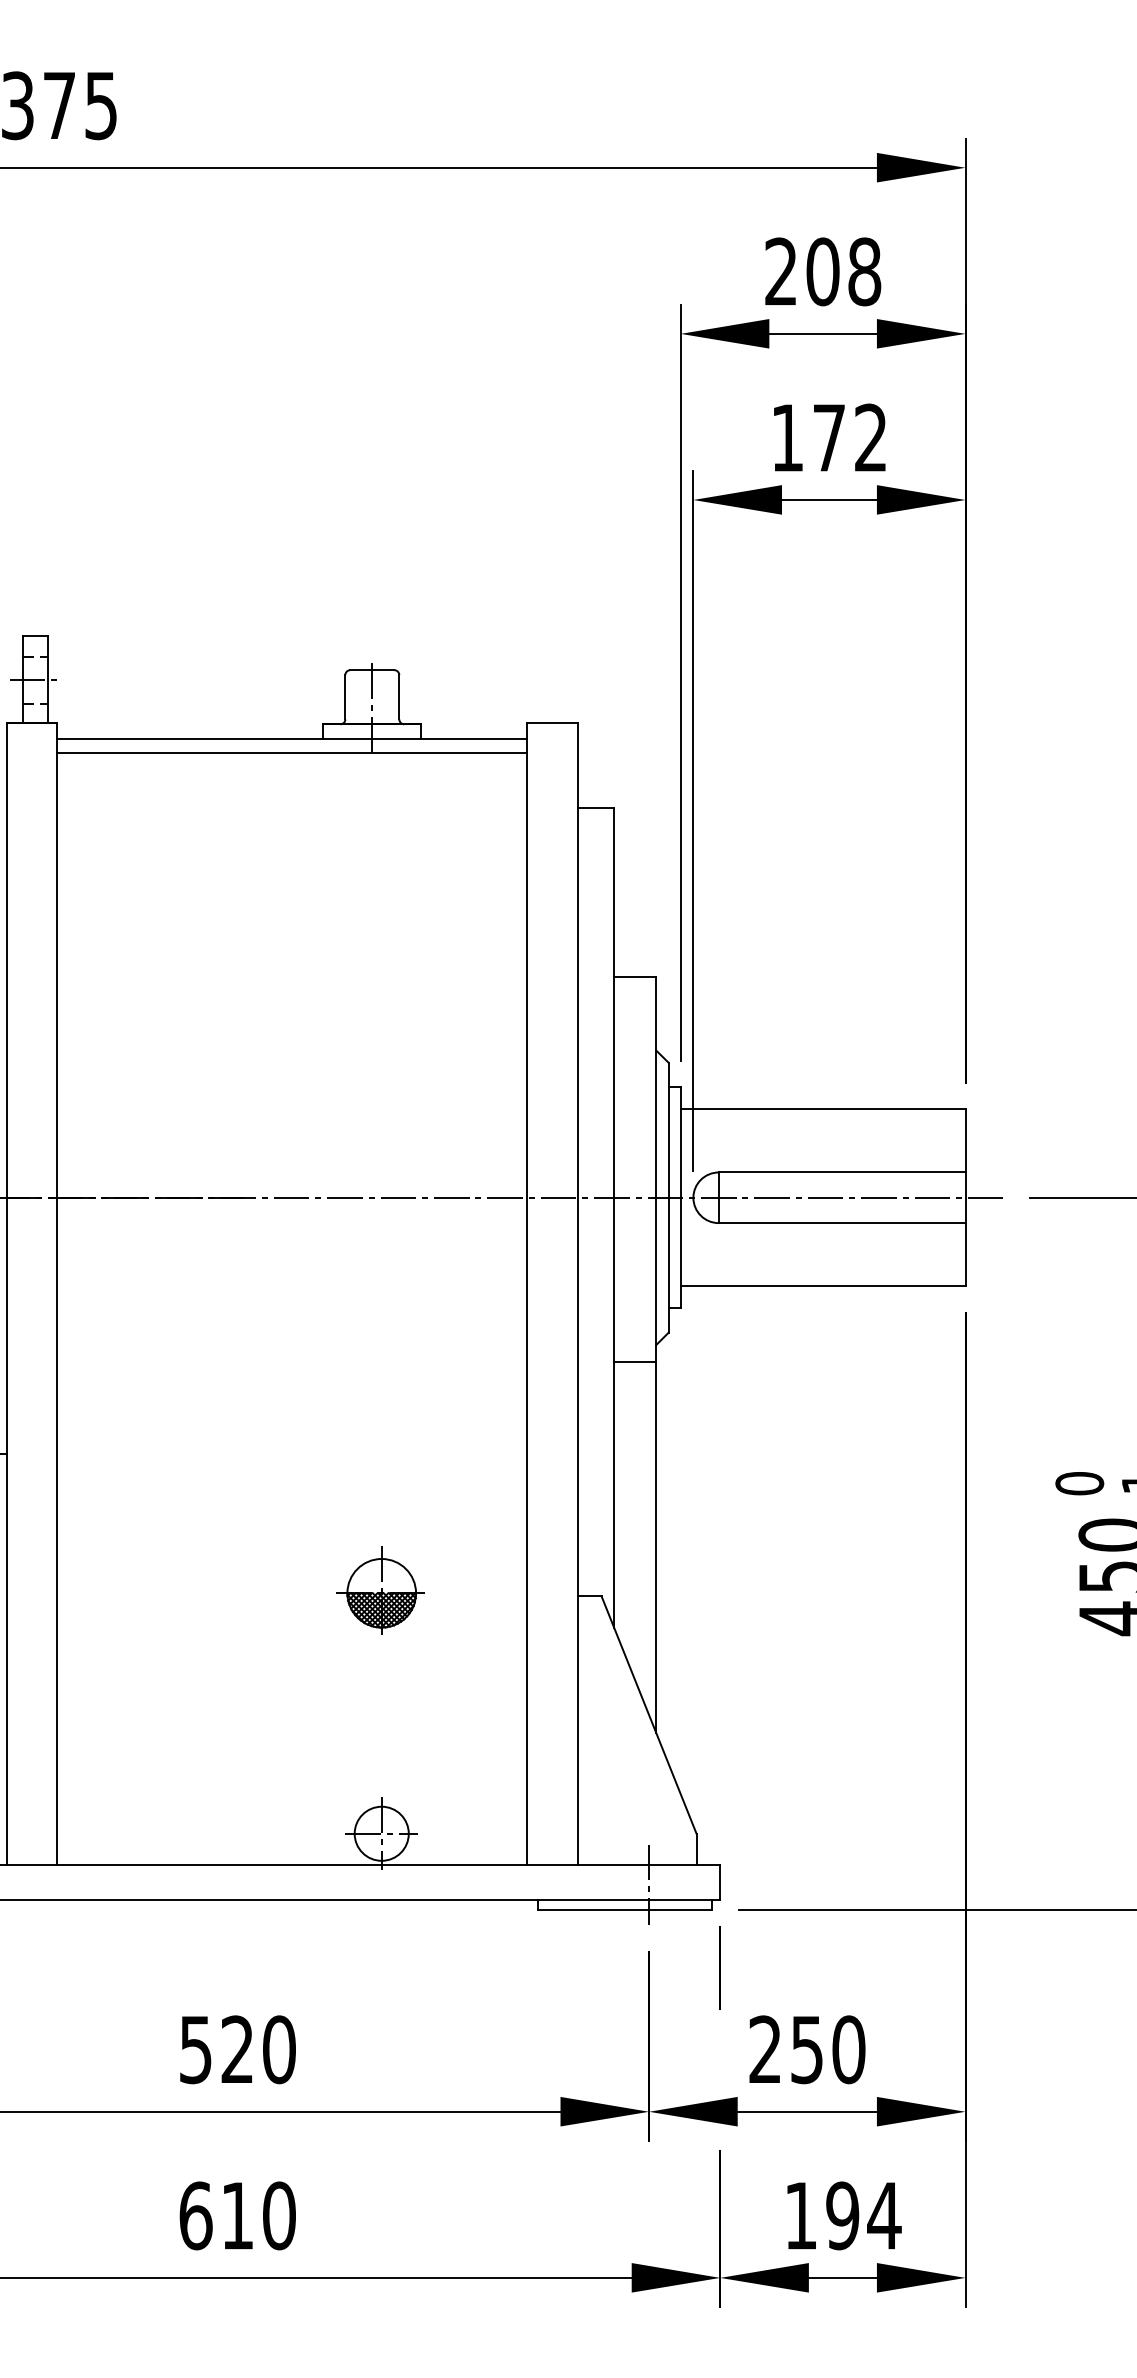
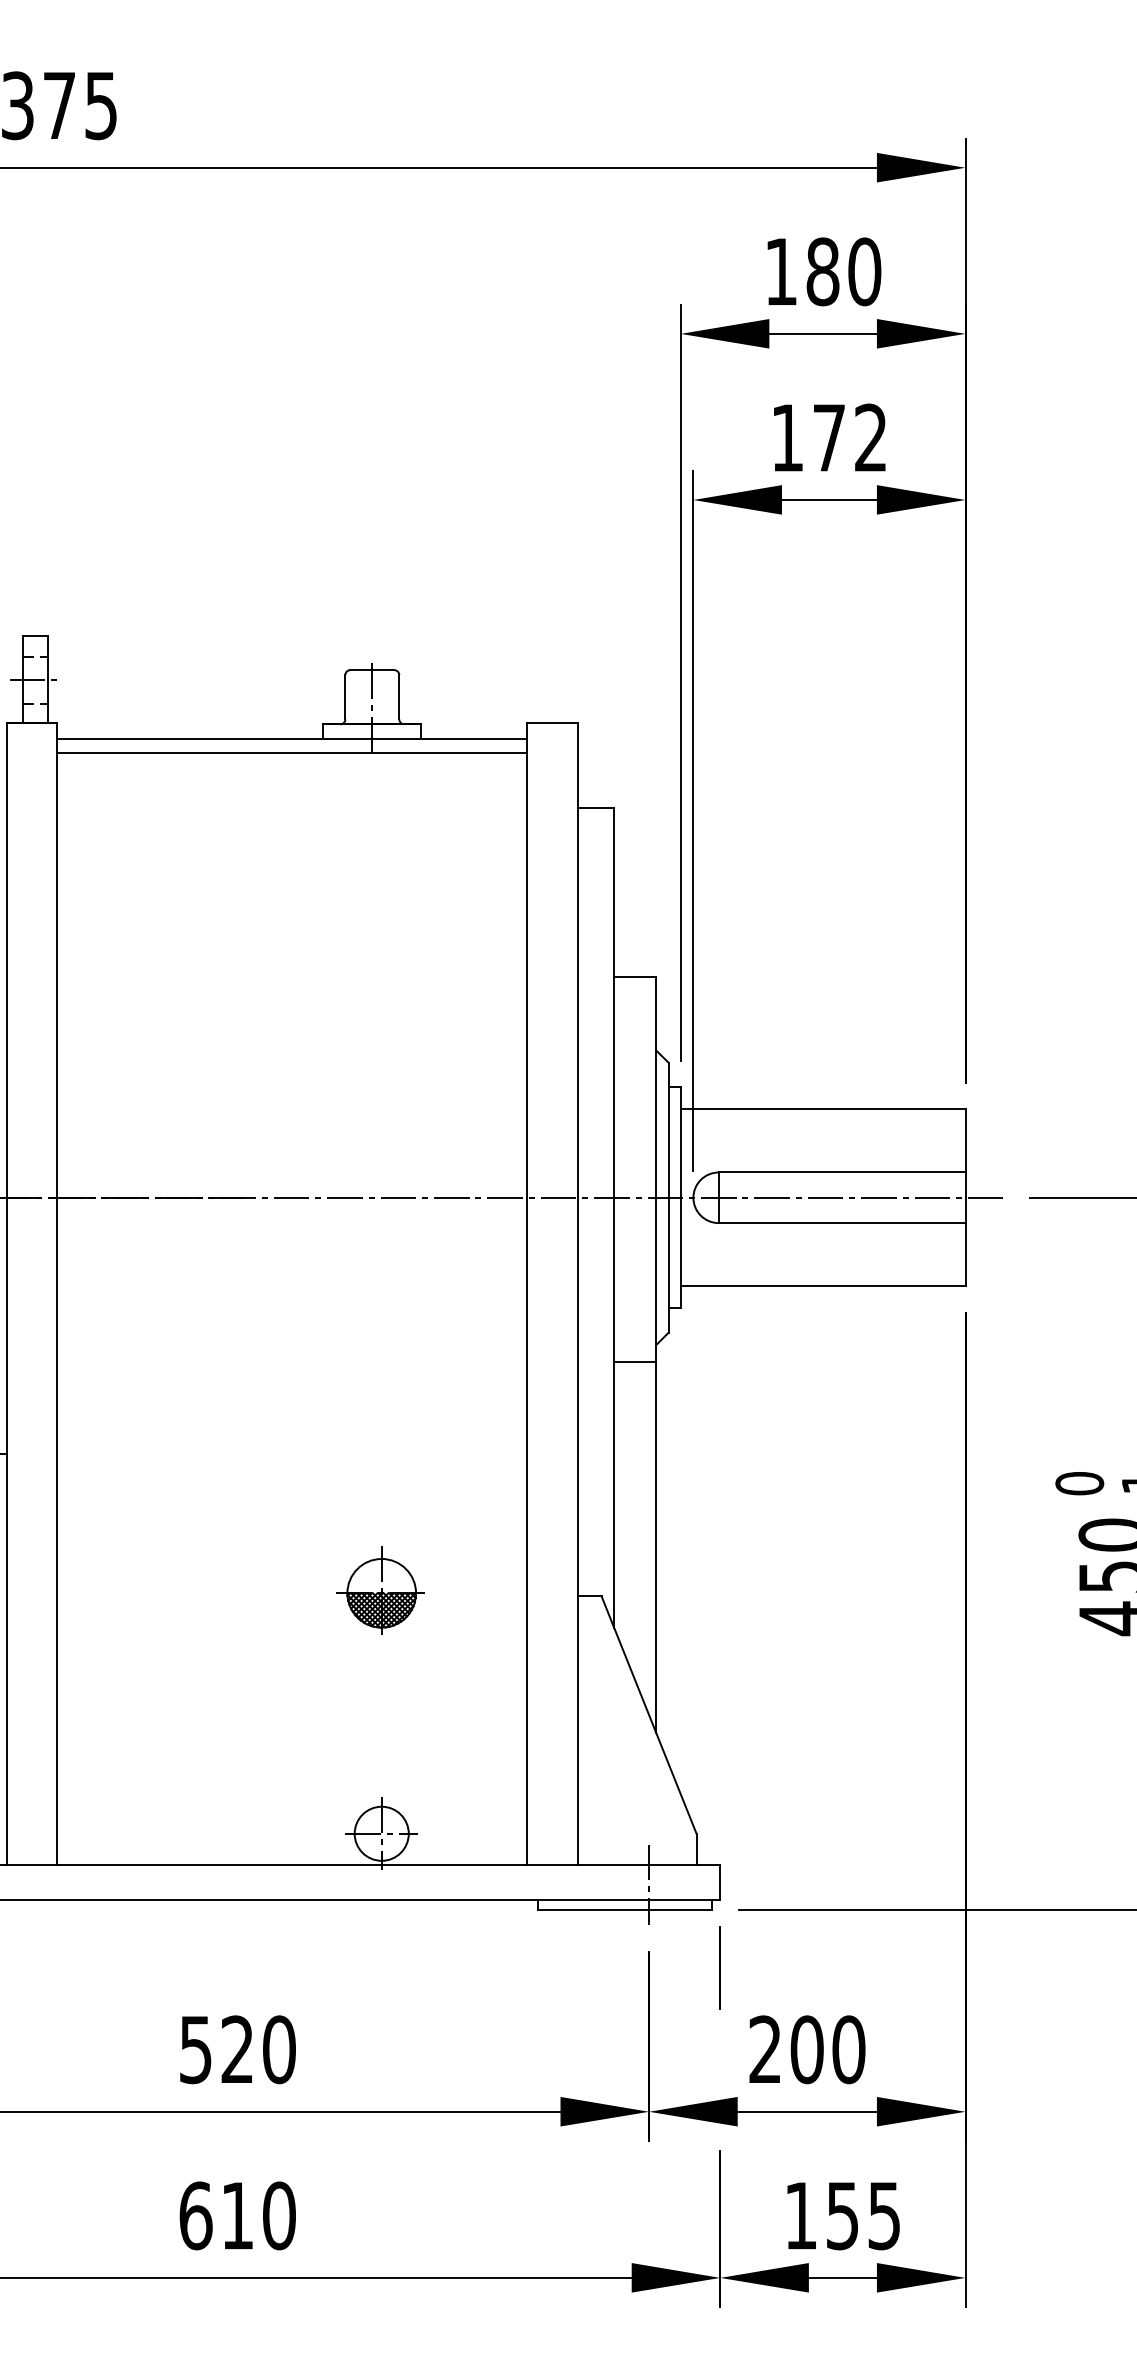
text at (823, 271): 208 -> 180
text at (806, 2049): 250 -> 200
text at (863, 2215): 194 -> 155
